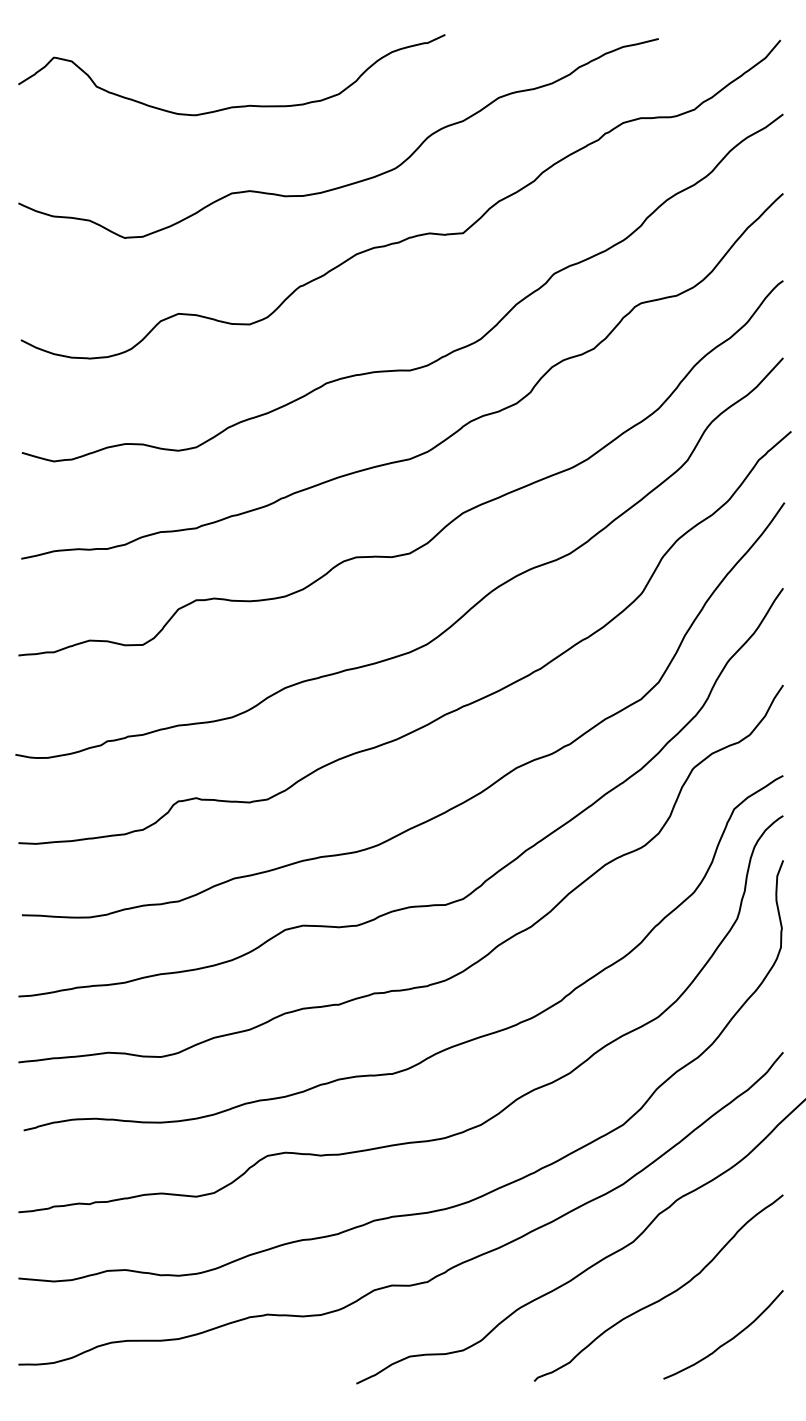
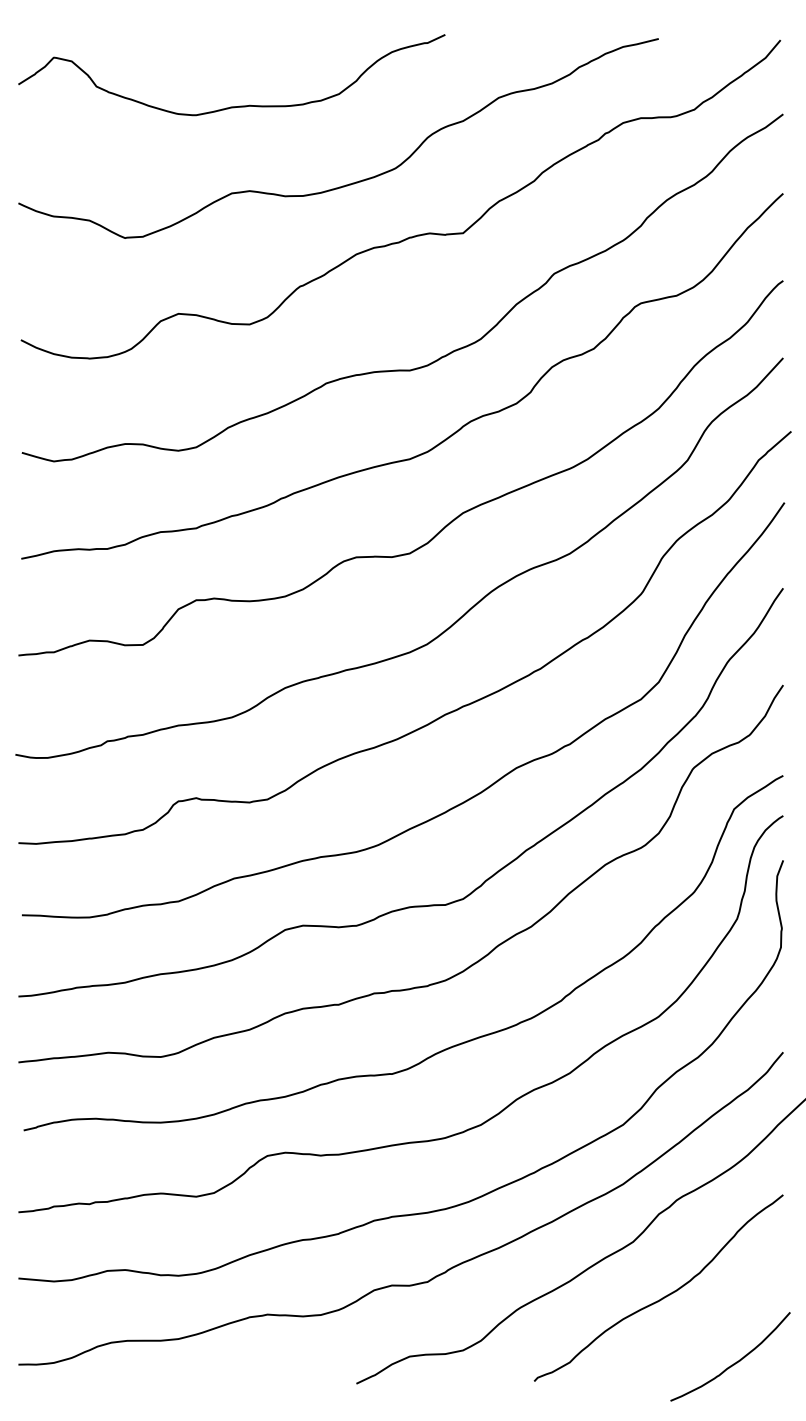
curve at (726, 1341) position: (726, 1341) -> (733, 1363)
